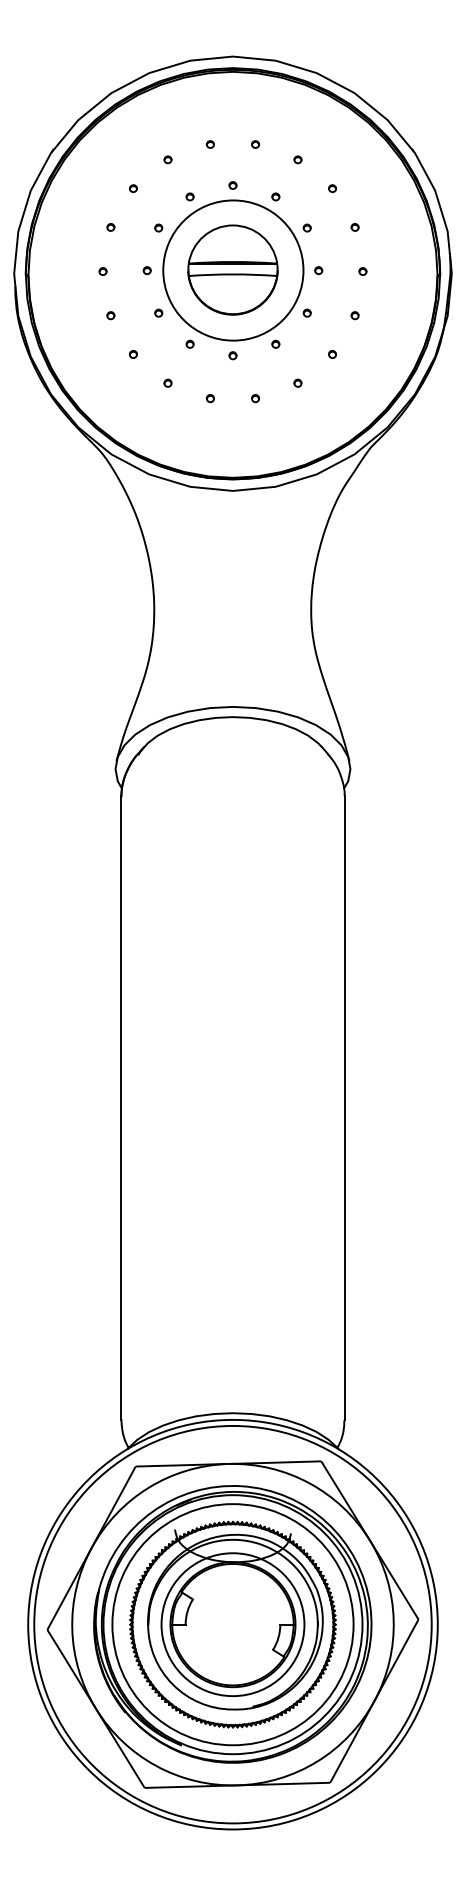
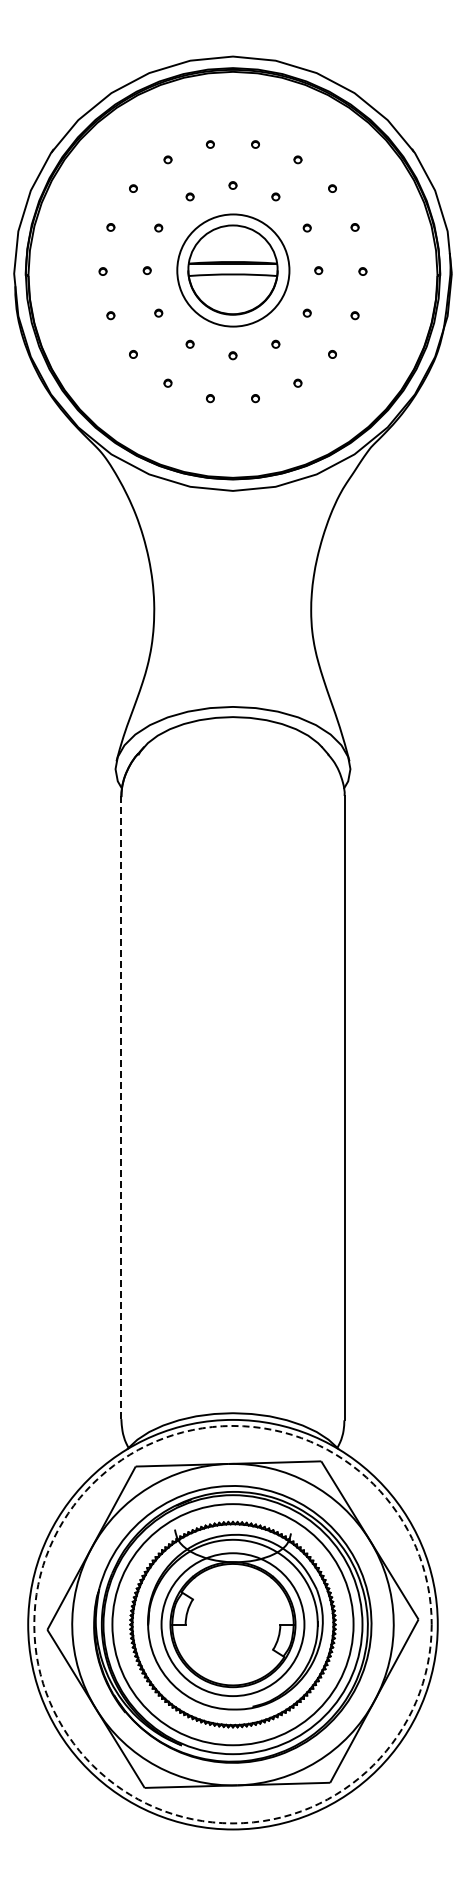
circle at (233, 270) diameter: 140 px -> 112 px
line at (121, 1108): solid -> dashed
circle at (232, 1624): solid -> dashed
